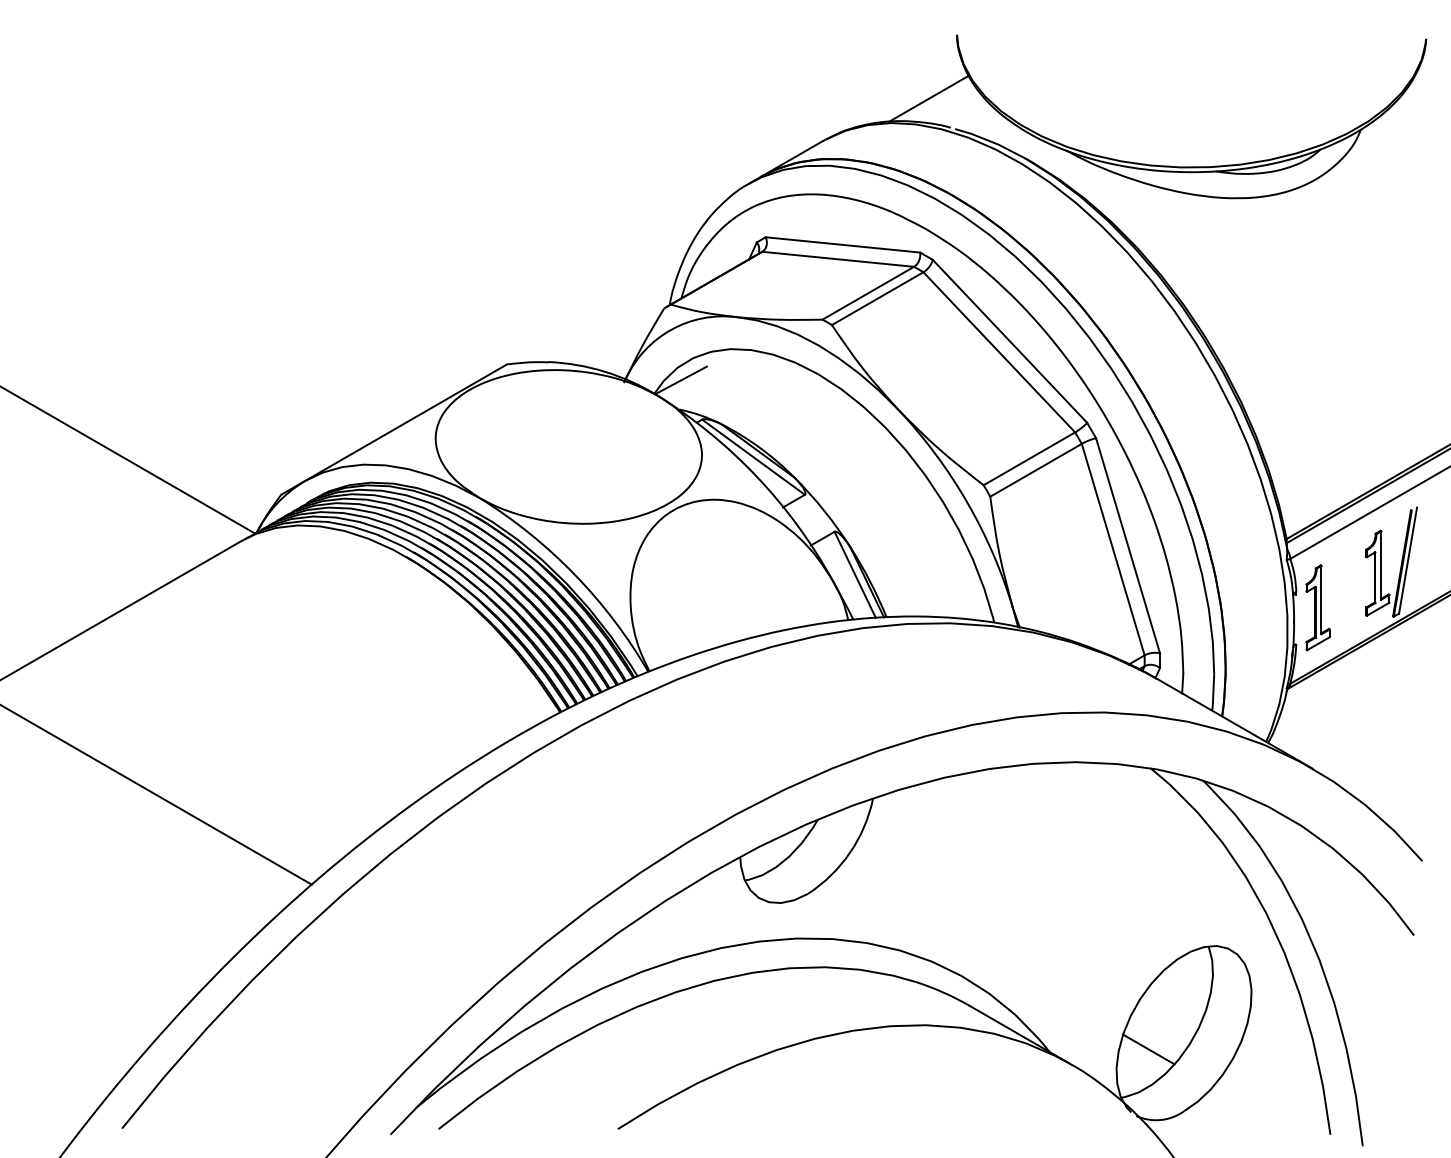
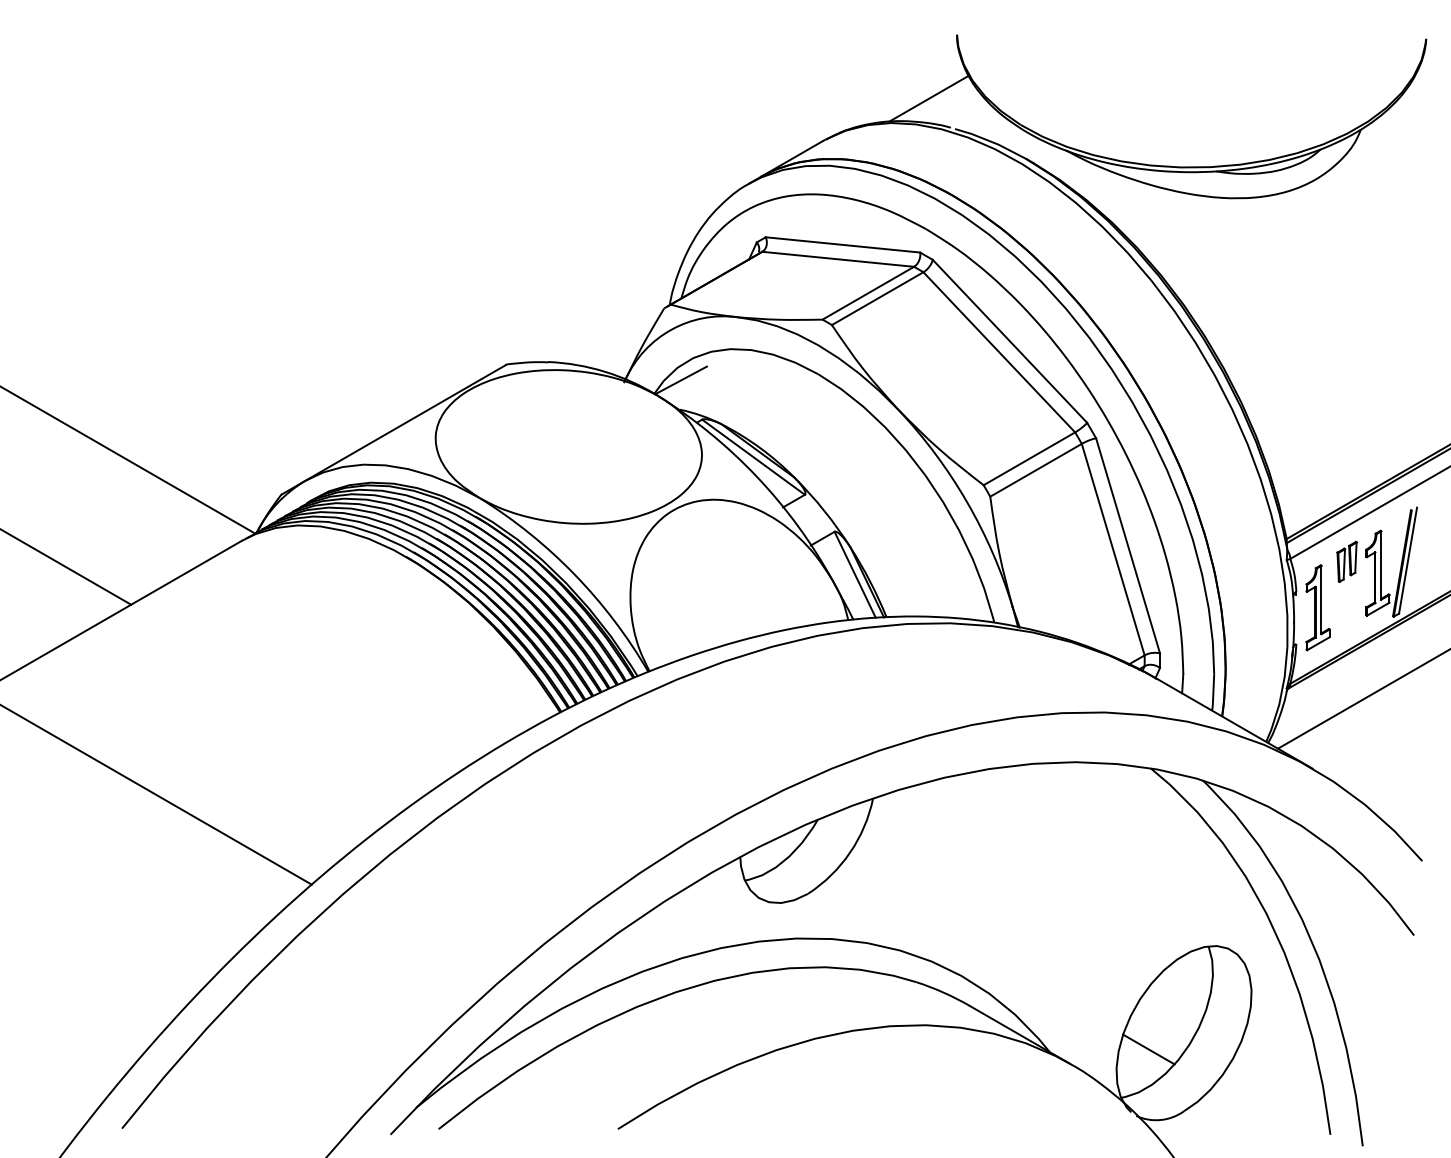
part at (1346, 561): none -> present
line at (66, 567): none -> present
line at (1362, 699): none -> present
